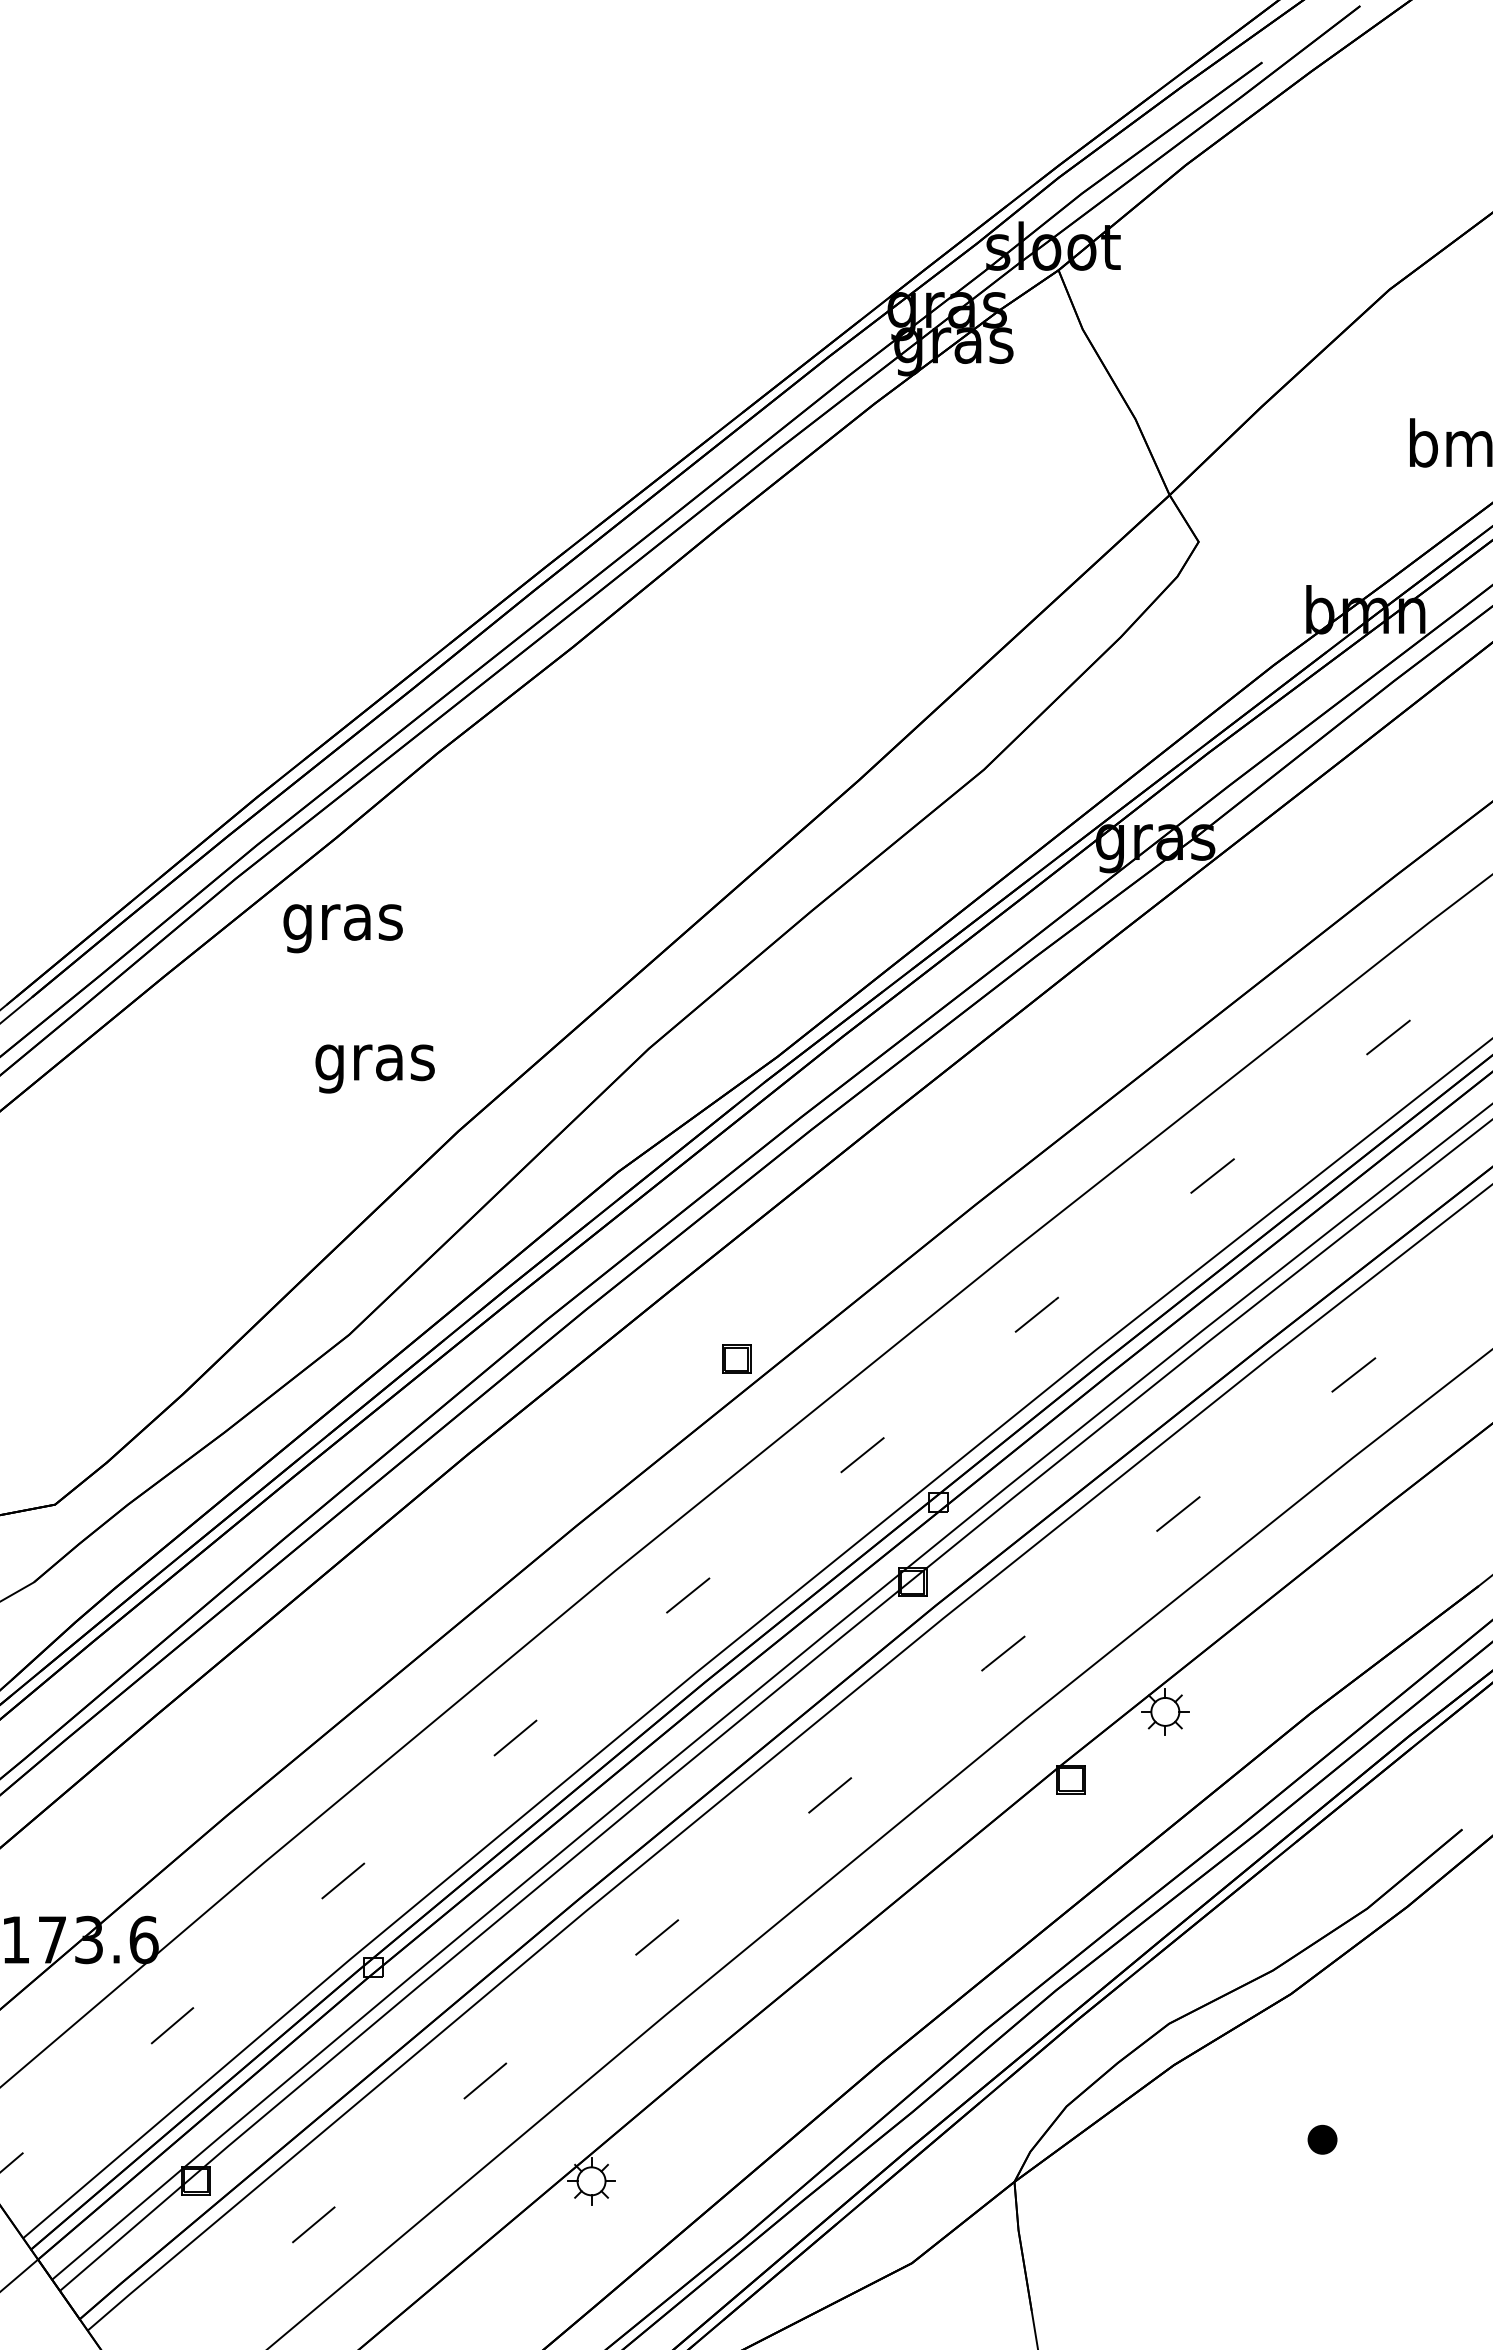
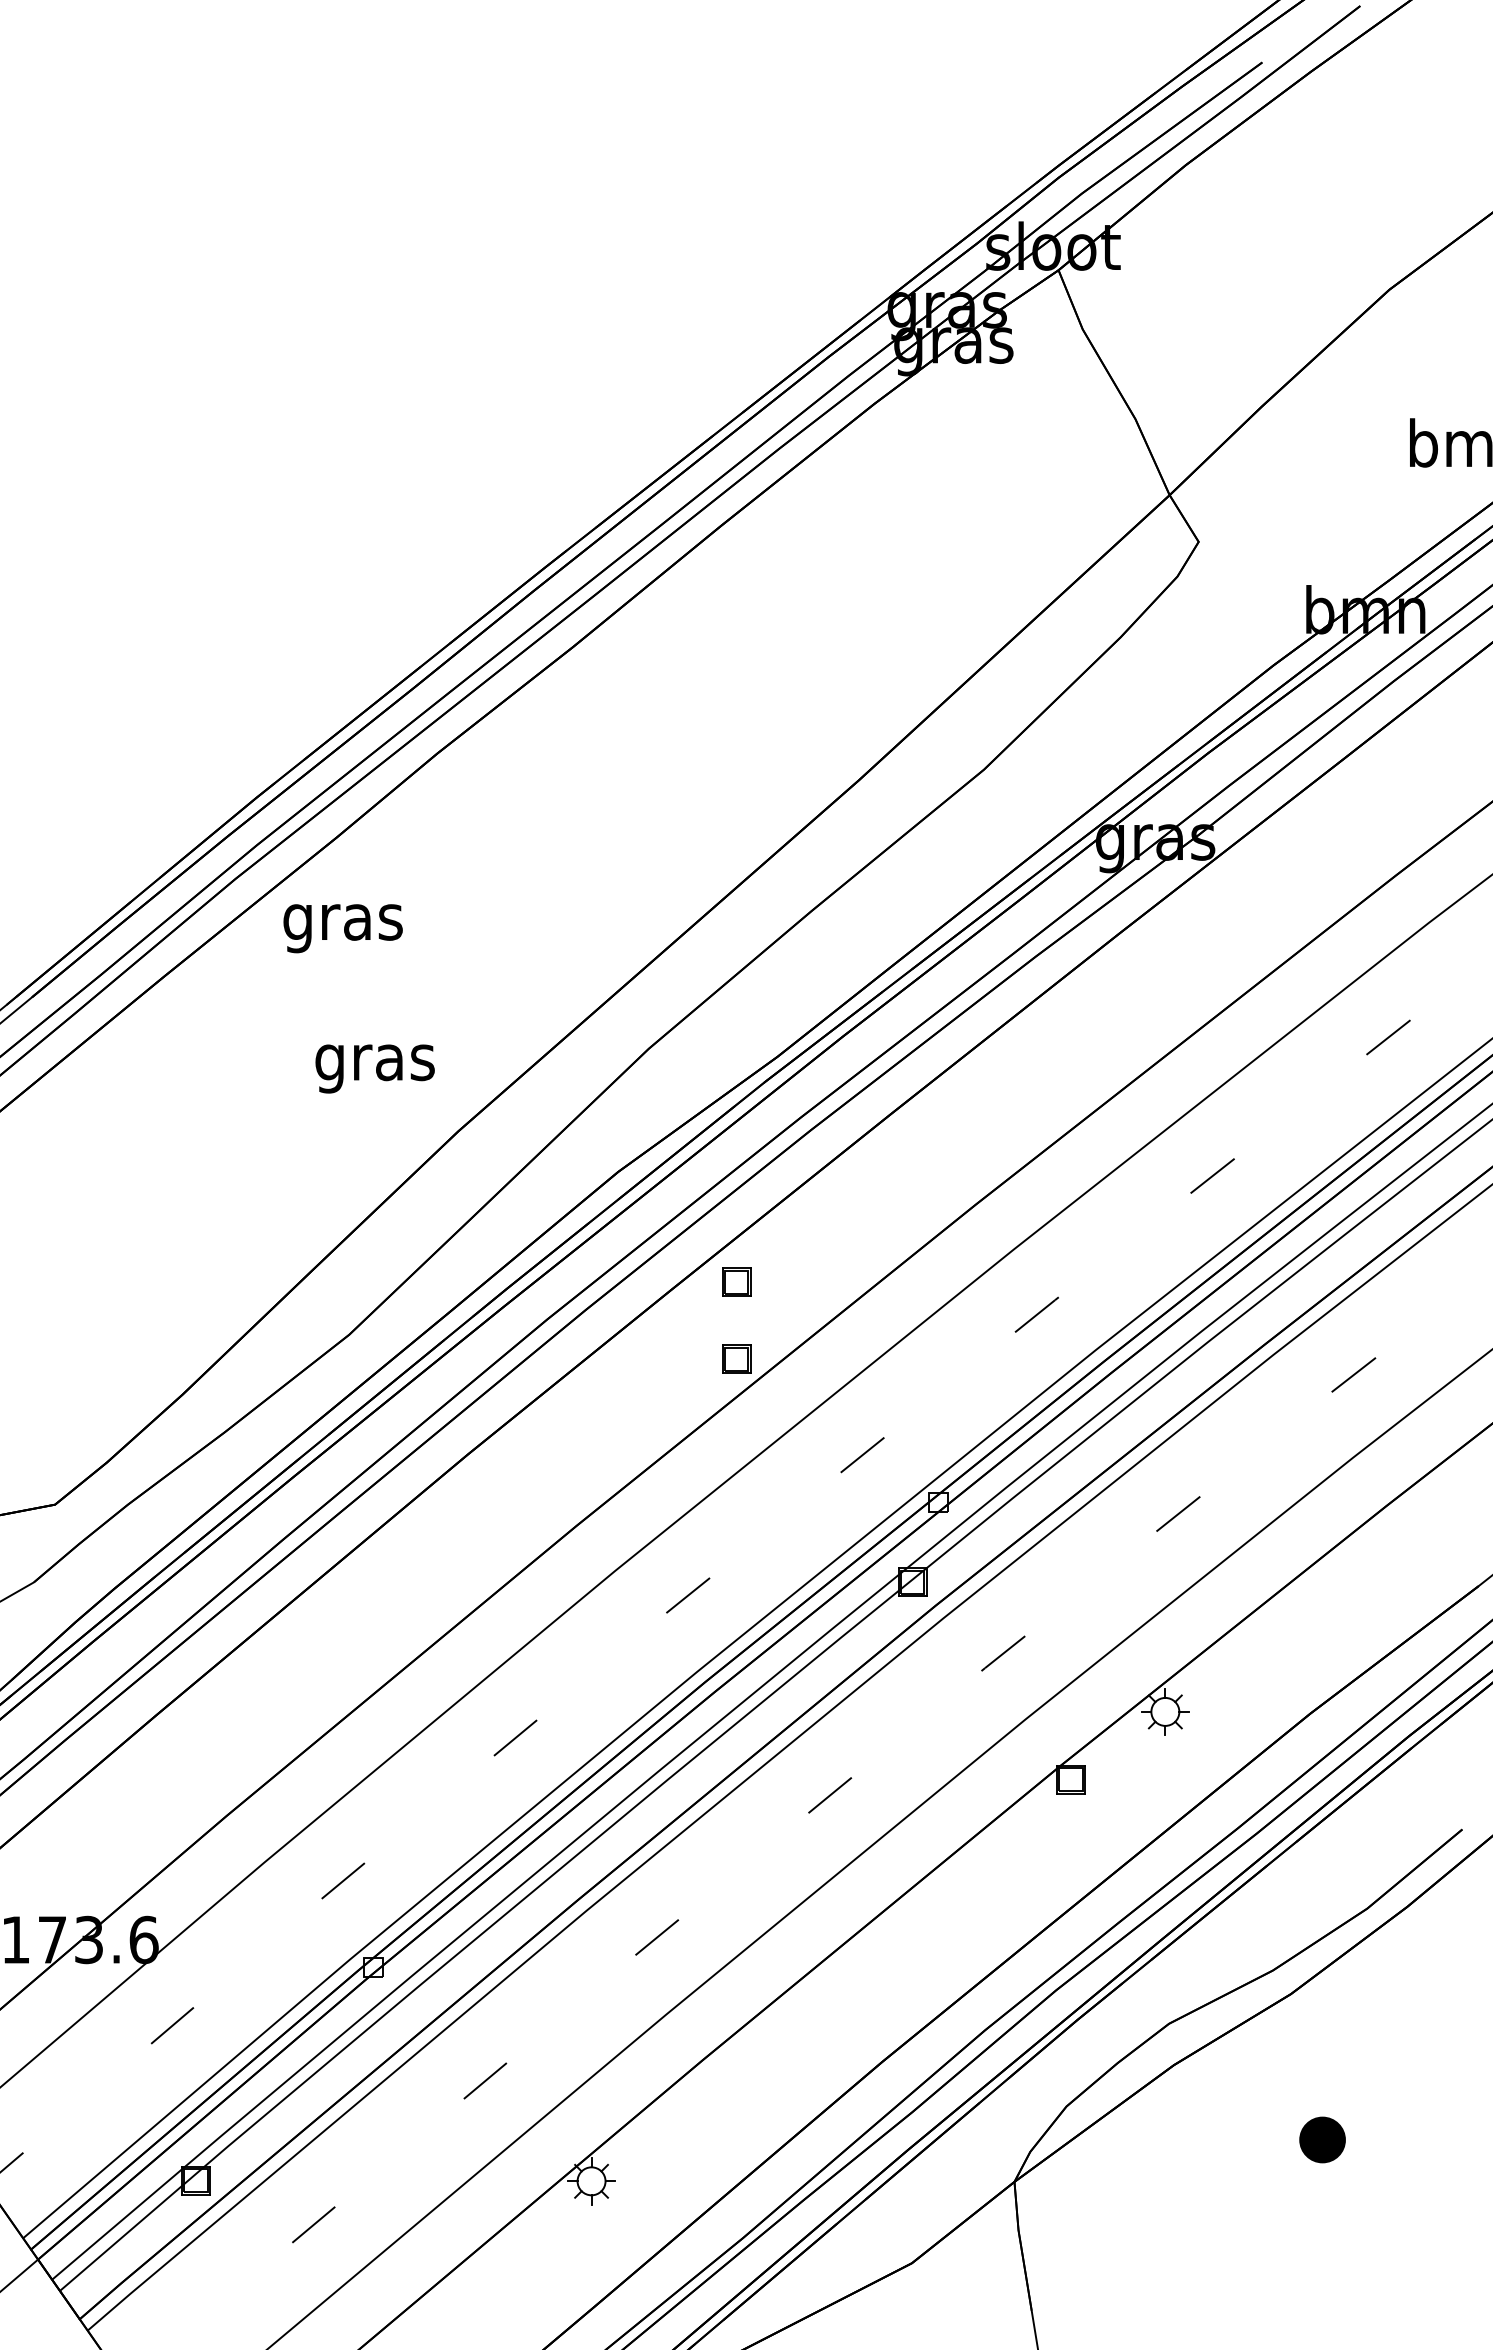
part at (736, 1281): none -> present
part at (1322, 2139) size: 31x31 px -> 47x48 px
